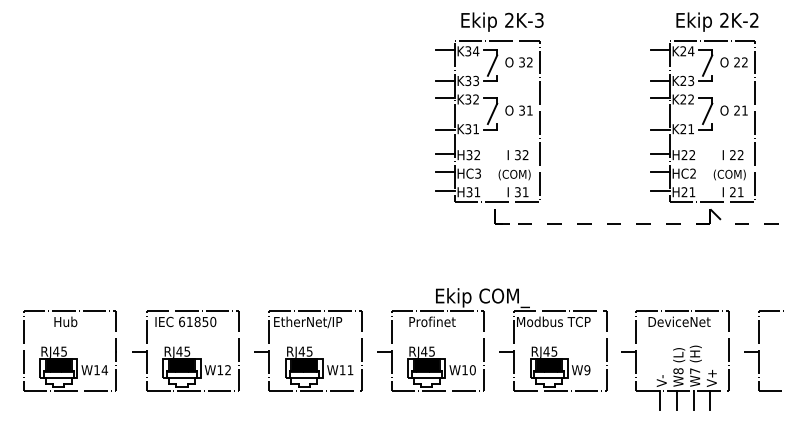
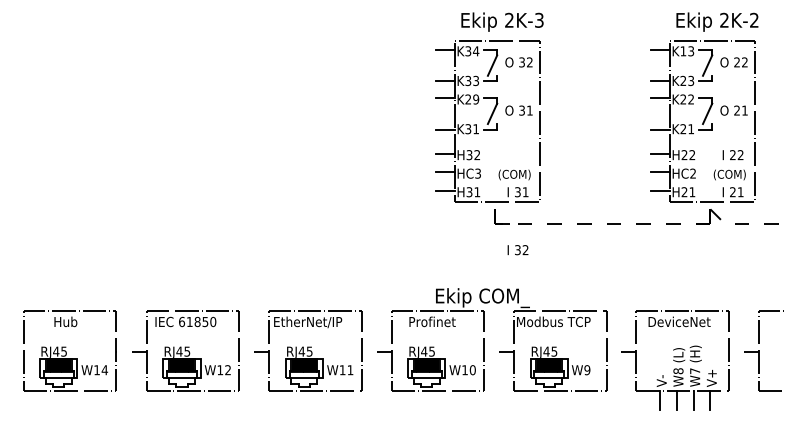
text at (687, 51): K24 -> K13
text at (472, 99): K32 -> K29
text at (517, 155) position: (517, 155) -> (517, 250)
